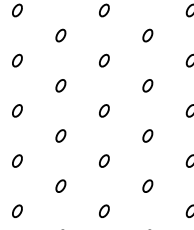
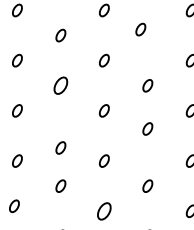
part at (147, 35) position: (147, 35) -> (140, 29)
part at (60, 85) size: 12x14 px -> 16x19 px
part at (60, 135) position: (60, 135) -> (60, 147)
part at (147, 135) position: (147, 135) -> (147, 128)
part at (17, 210) position: (17, 210) -> (14, 205)
part at (104, 210) size: 11x14 px -> 15x19 px
